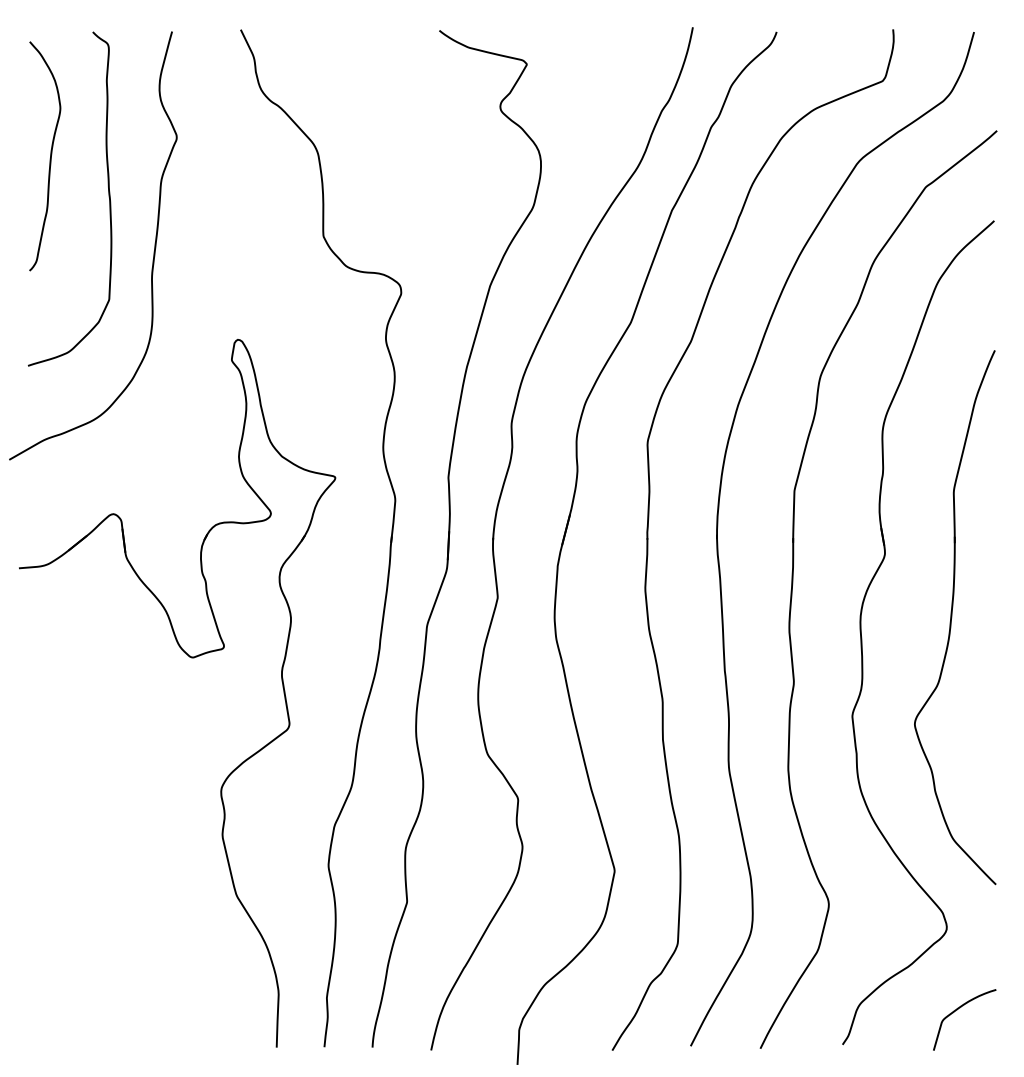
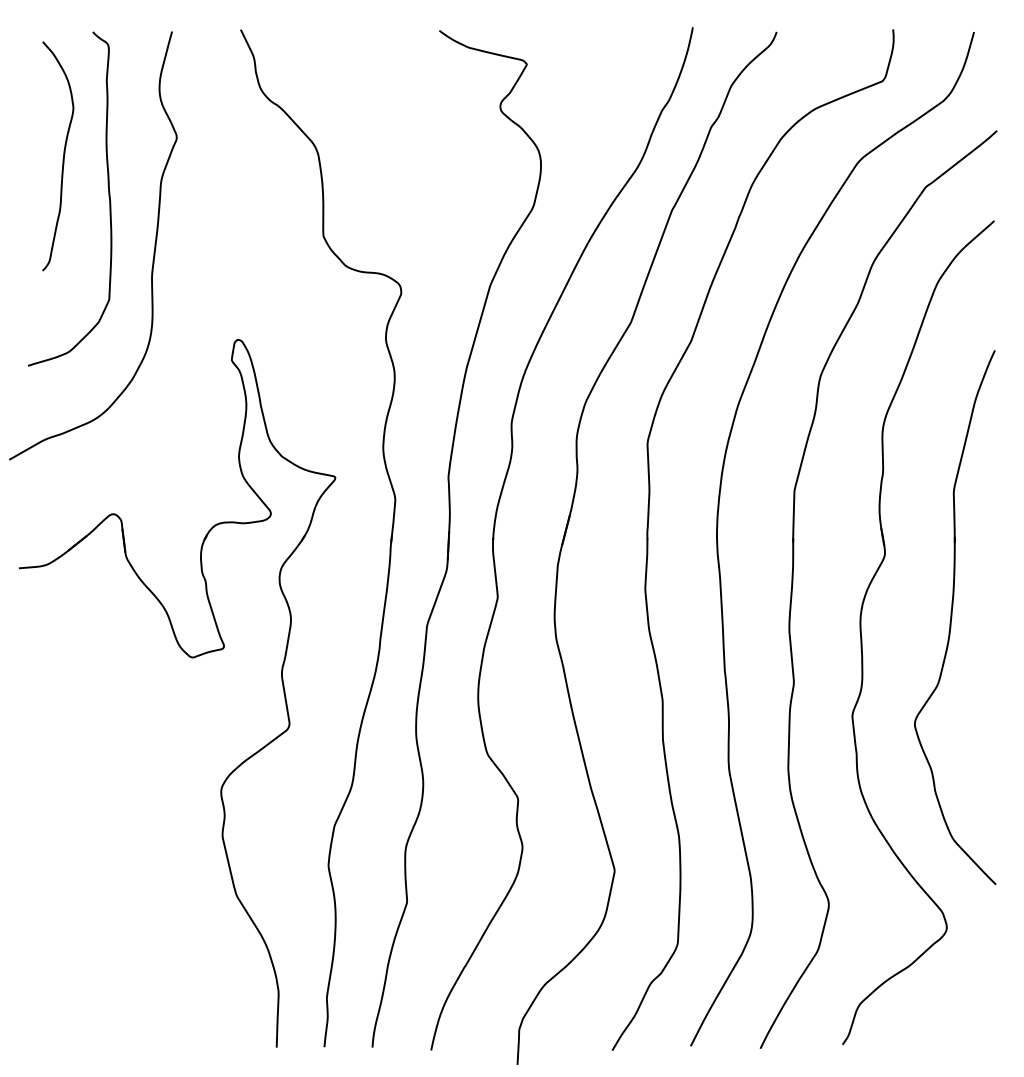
curve at (49, 158) position: (49, 158) -> (62, 158)
curve at (957, 1010): present -> none
